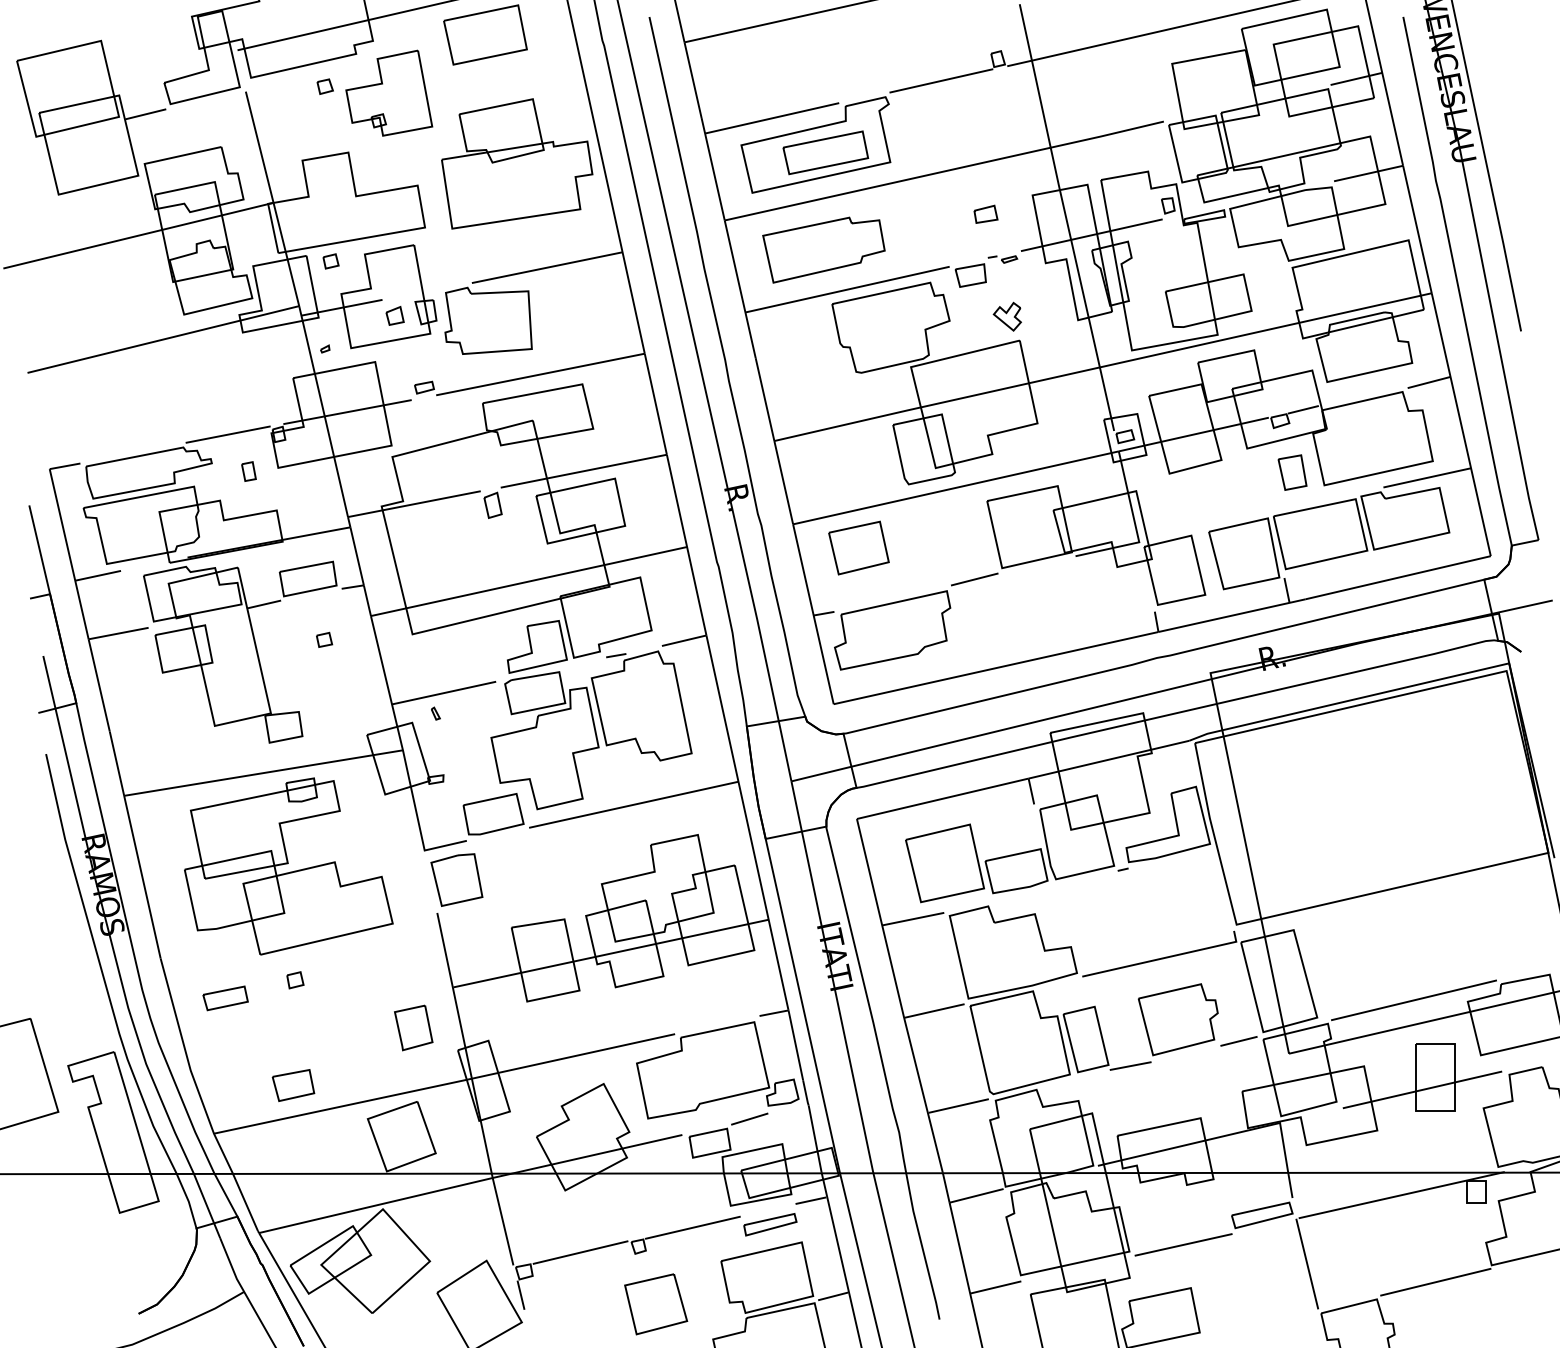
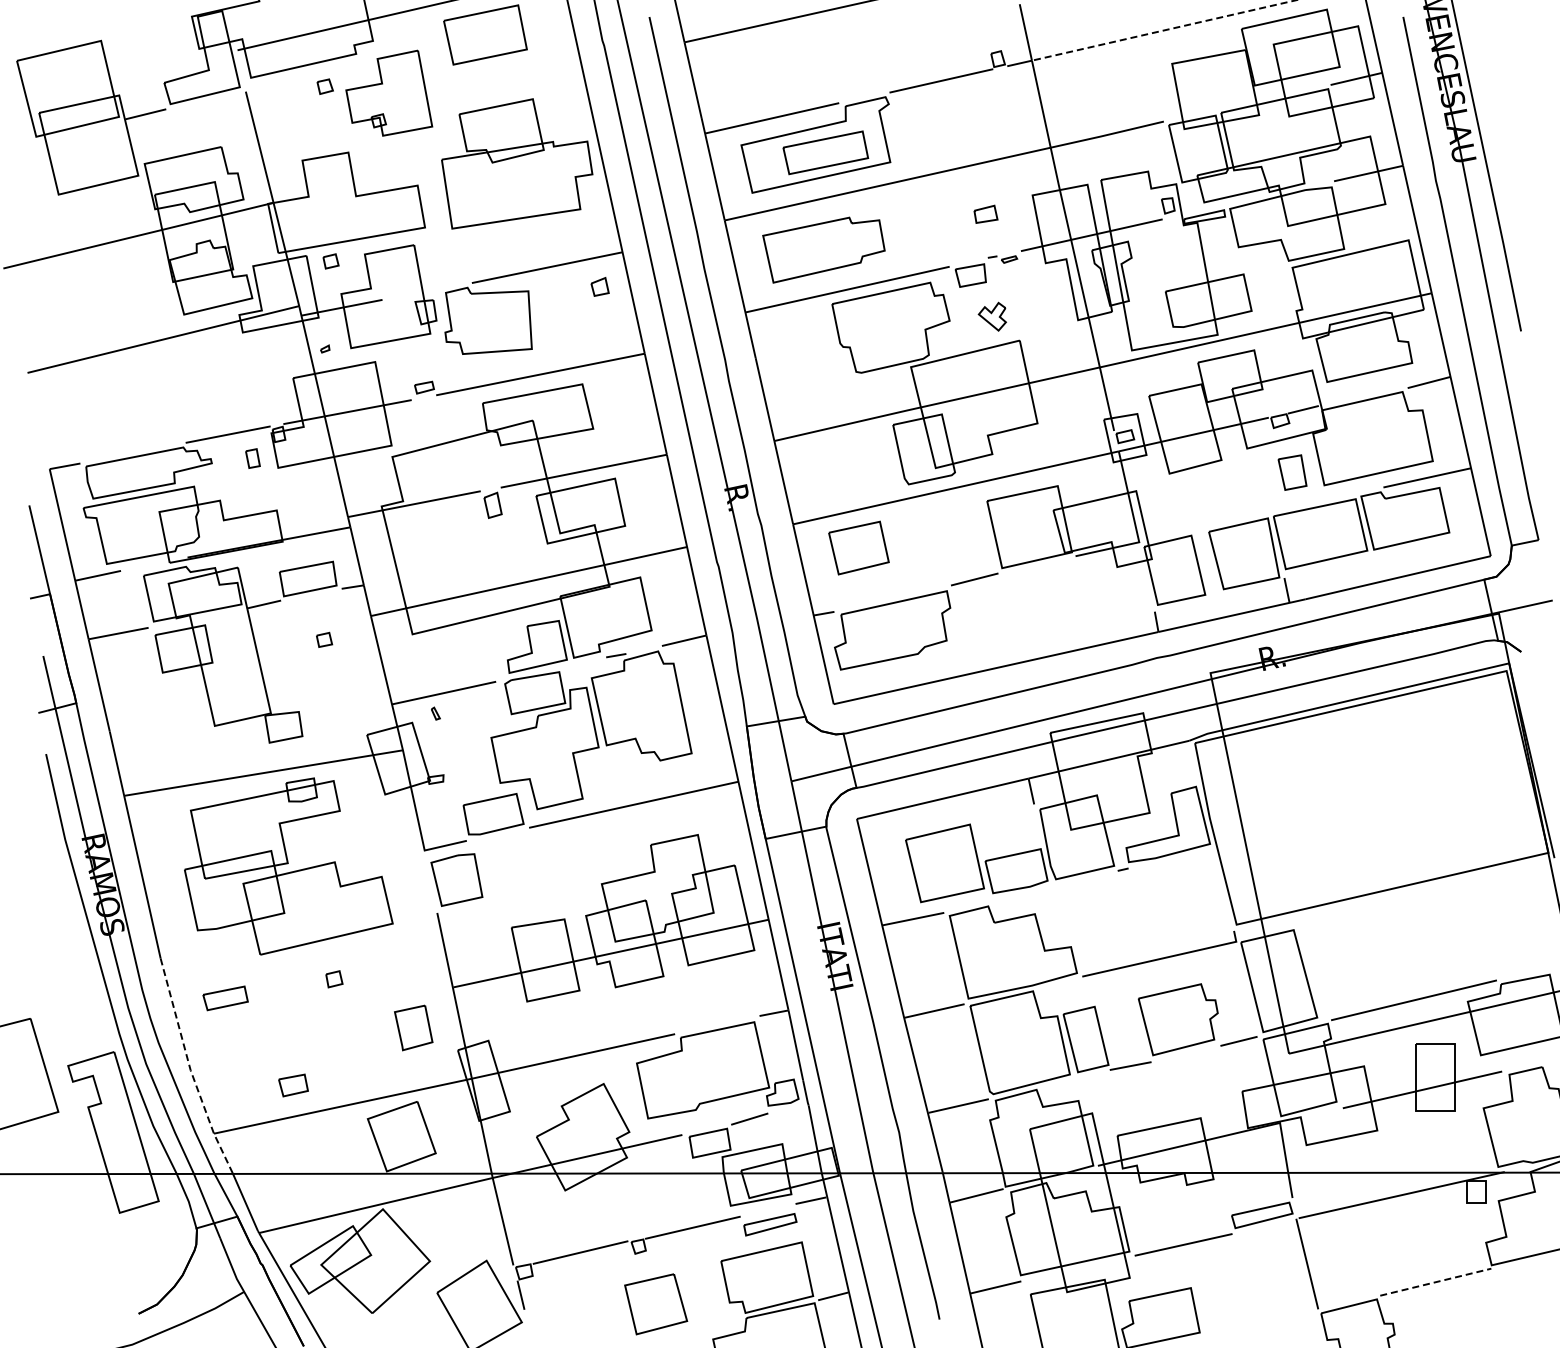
line at (1164, 30): solid -> dashed
part at (394, 315) position: (394, 315) -> (599, 286)
part at (1006, 316) position: (1006, 316) -> (991, 316)
part at (248, 471) position: (248, 471) -> (252, 458)
part at (295, 980) position: (295, 980) -> (334, 979)
line at (190, 1069): solid -> dashed
part at (293, 1085) size: 45x33 px -> 31x25 px
line at (1436, 1282): solid -> dashed
